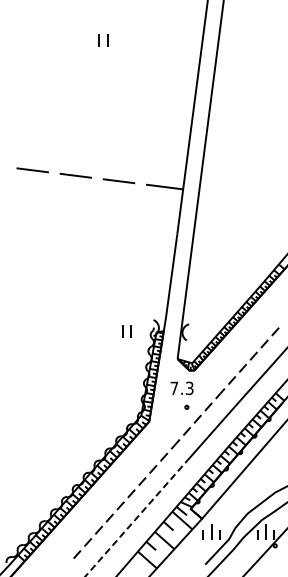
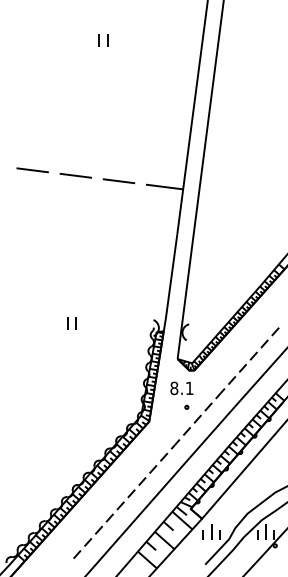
part at (126, 331) position: (126, 331) -> (71, 323)
text at (181, 388): 7.3 -> 8.1
line at (137, 517): dashed -> solid
